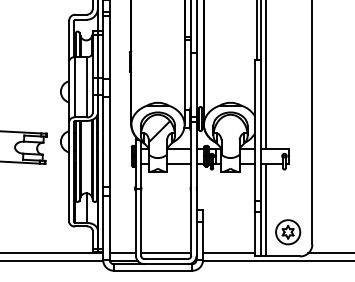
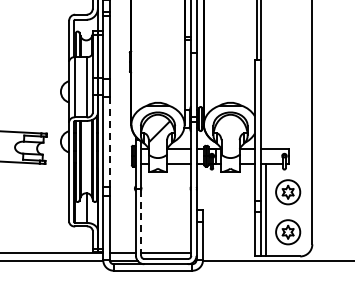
line at (265, 75): present -> none
line at (109, 141): solid -> dashed
part at (288, 192): none -> present
line at (141, 222): solid -> dashed
line at (228, 253): present -> none
line at (329, 253): present -> none
